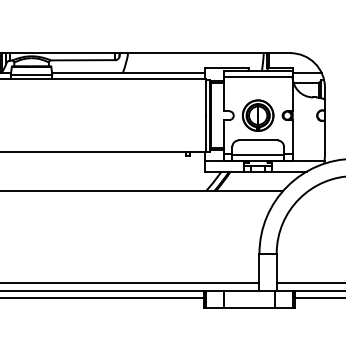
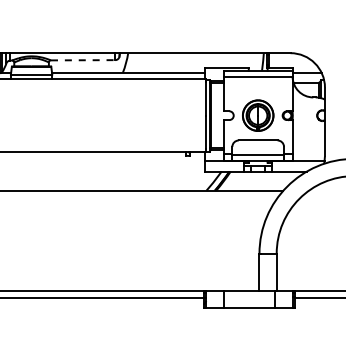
line at (83, 60): solid -> dashed
line at (130, 282): present -> none
line at (309, 282): present -> none
